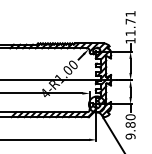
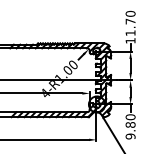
text at (130, 13): 11.71 -> 11.70
